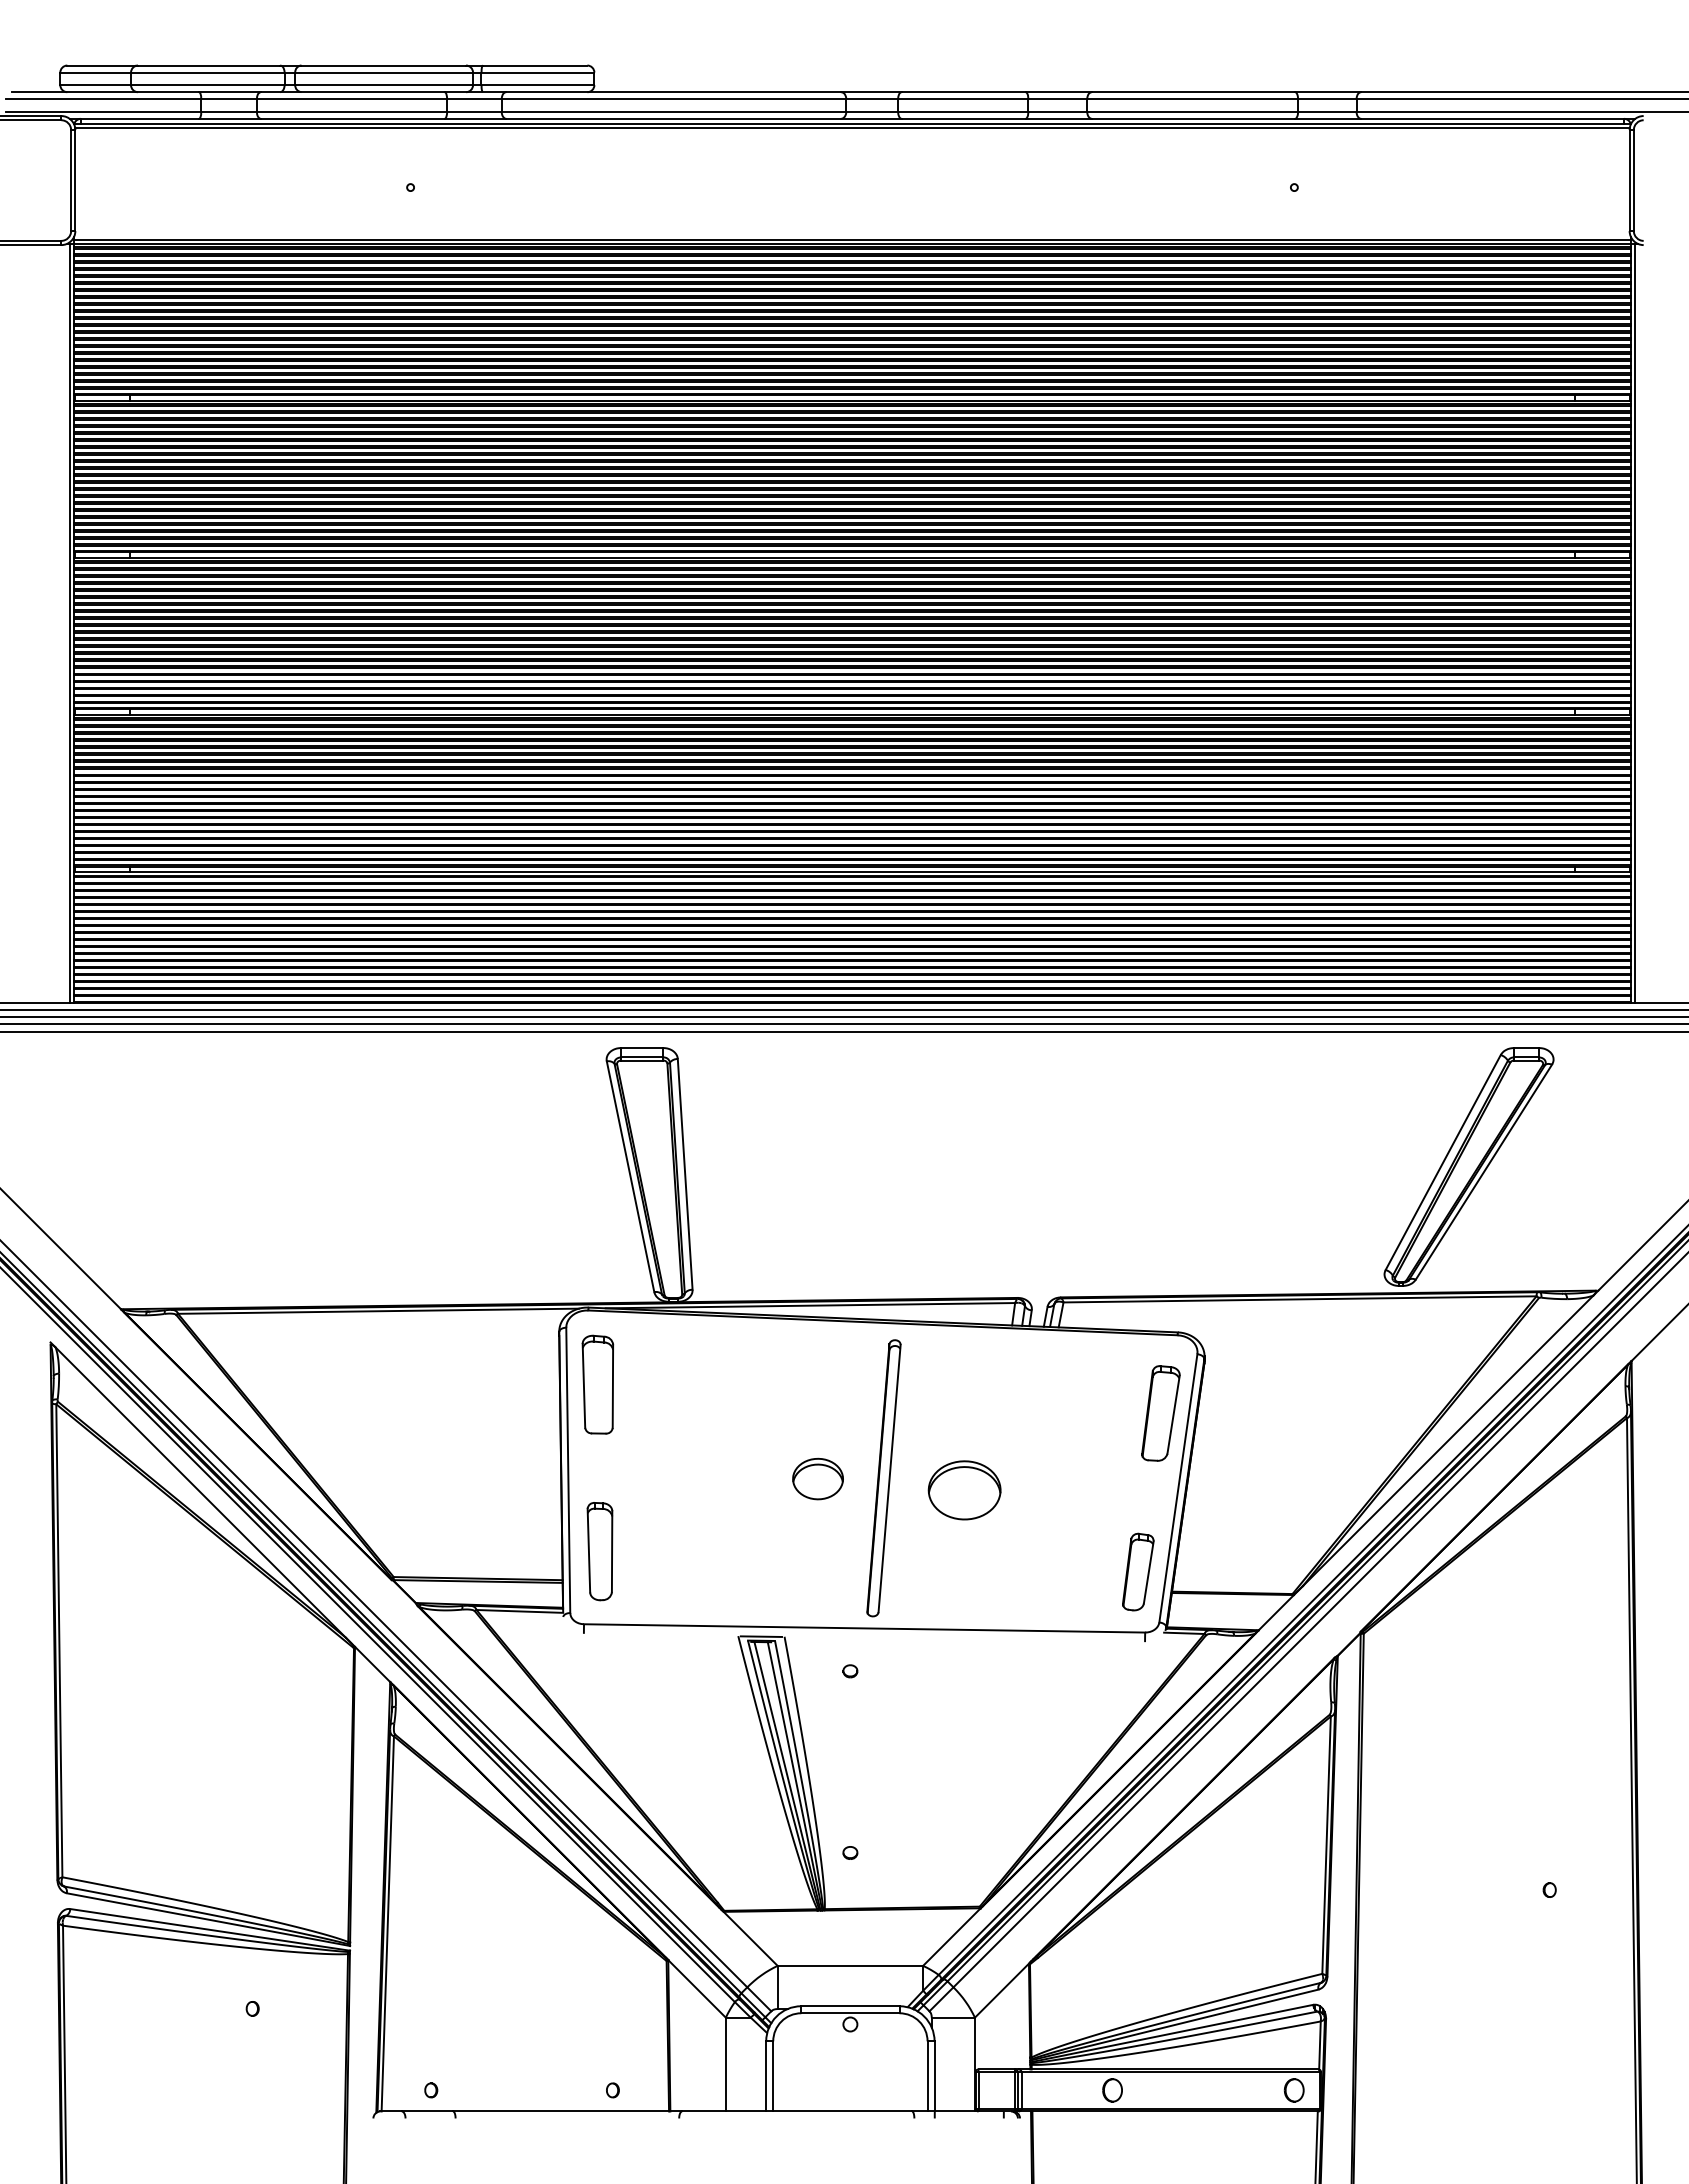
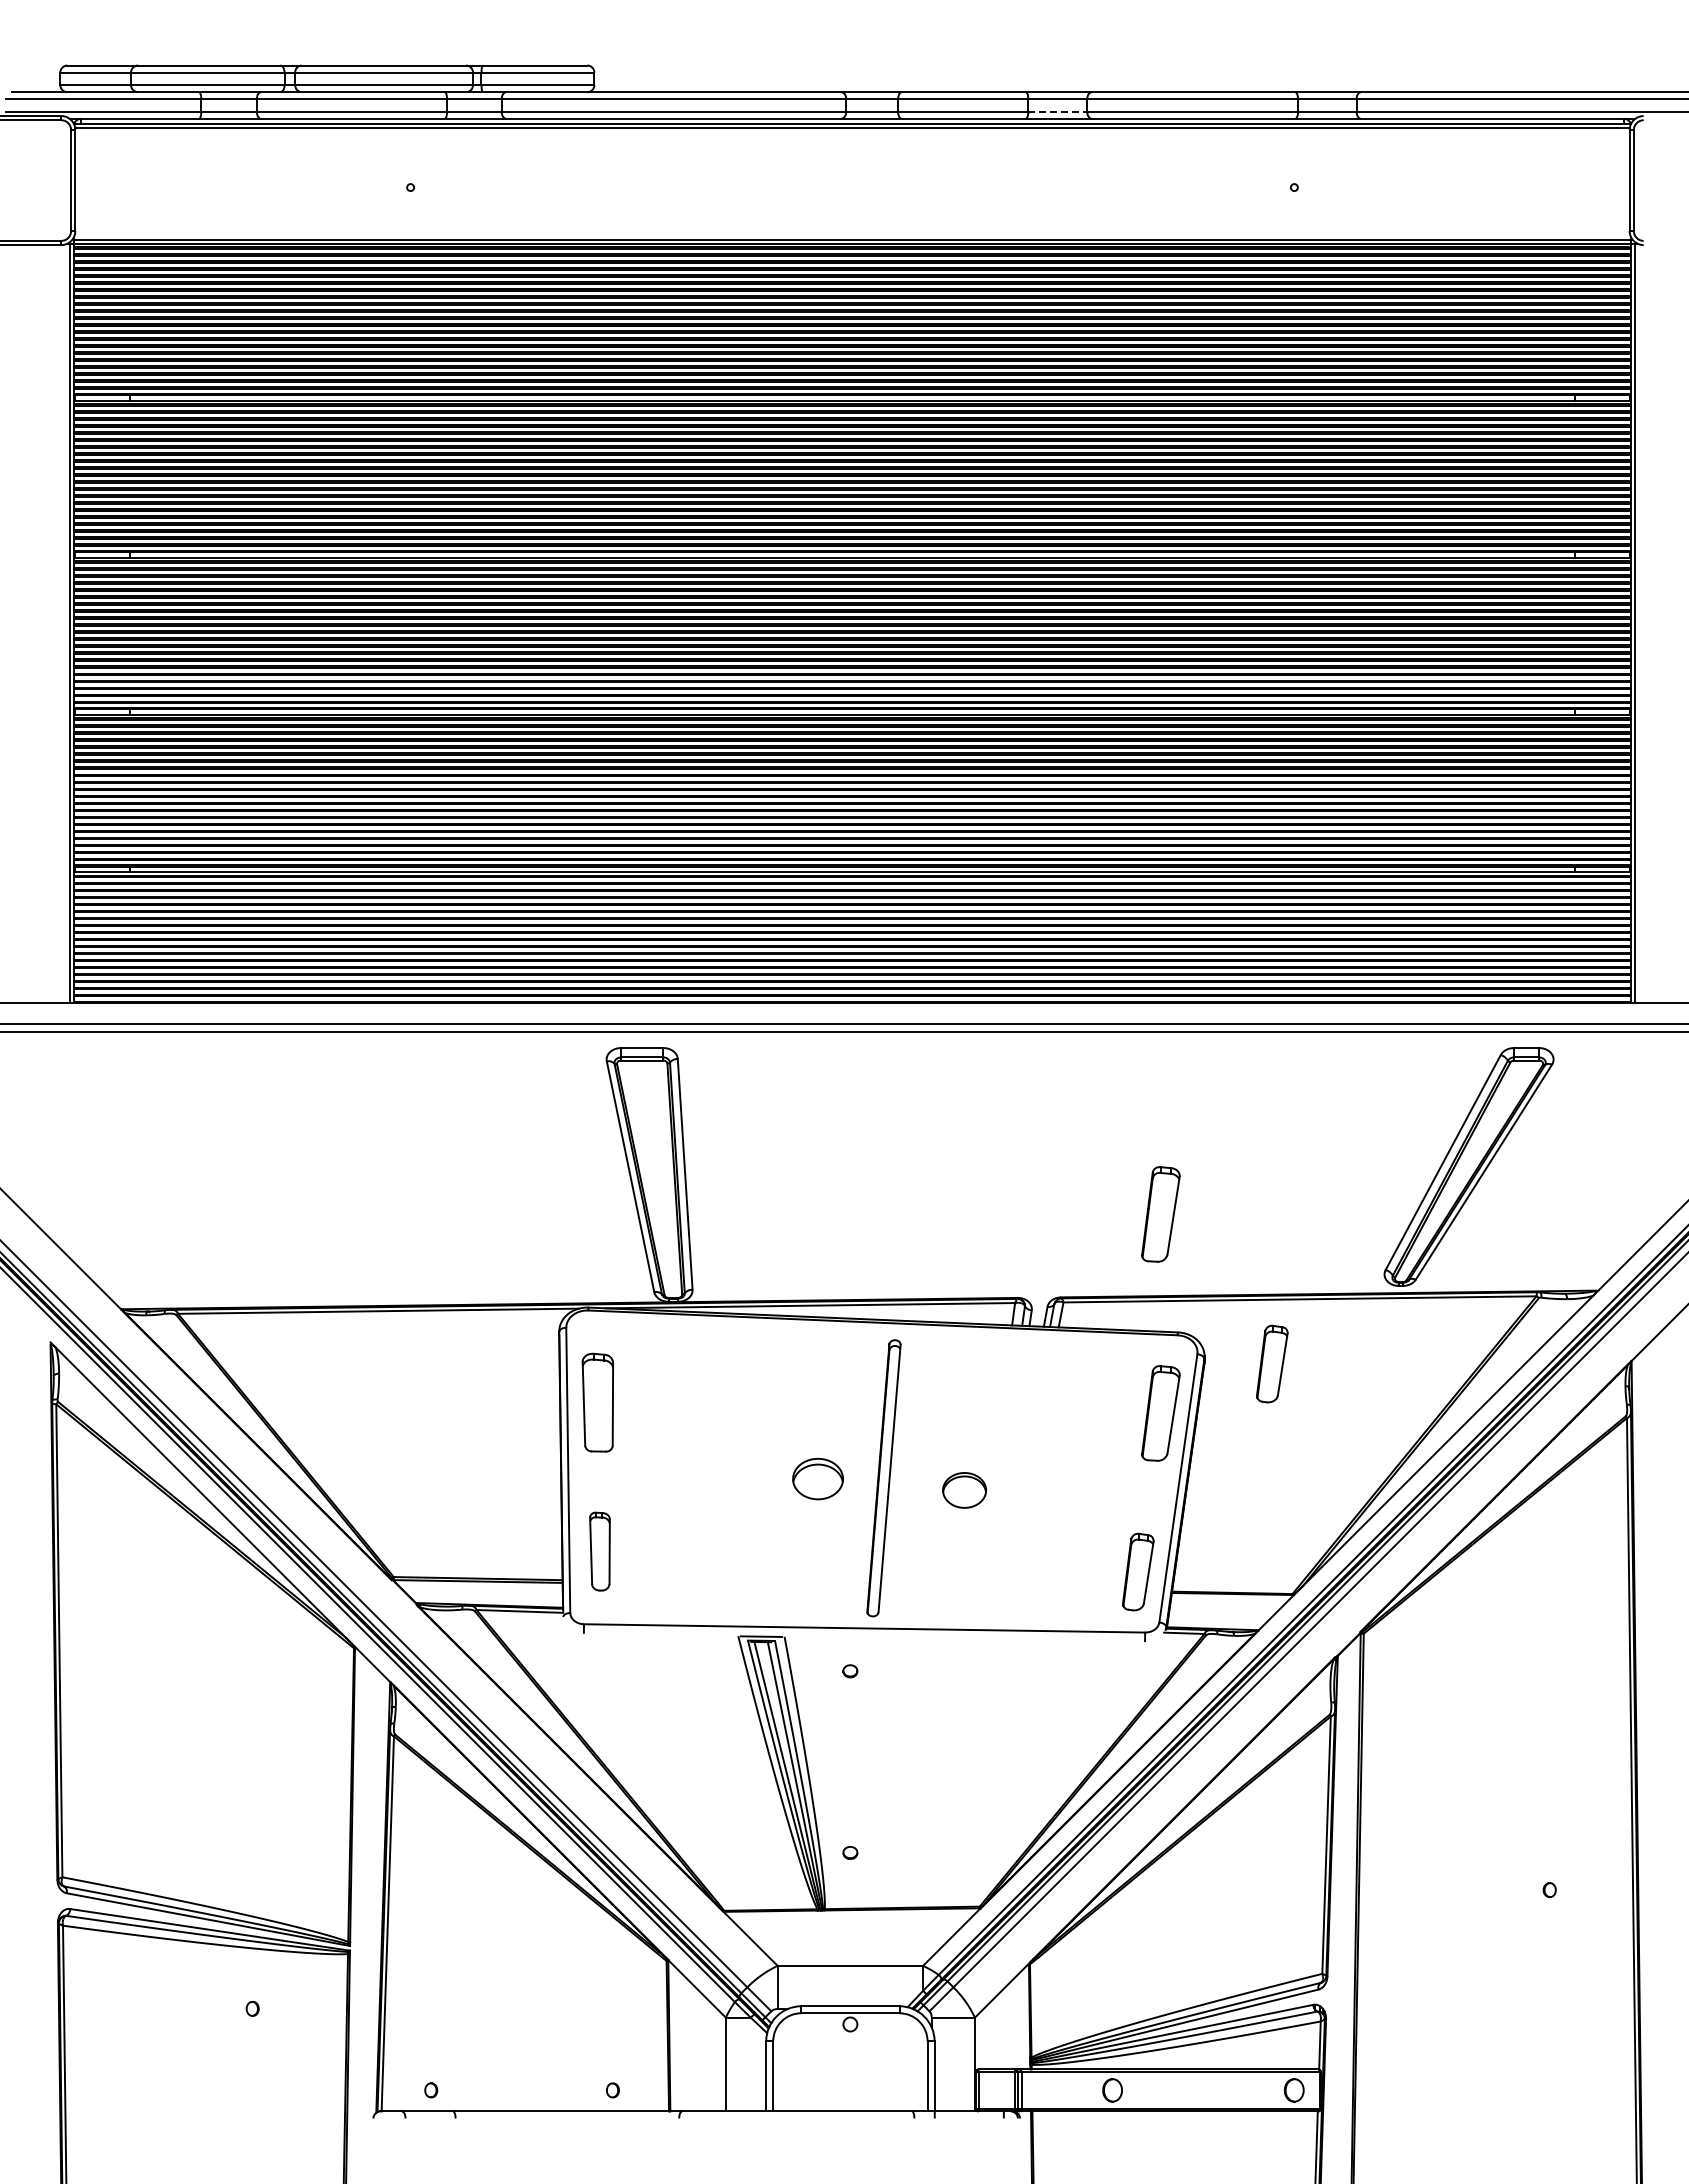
line at (1058, 111): solid -> dashed
line at (843, 1010): present -> none
line at (843, 1017): present -> none
part at (1160, 1214): none -> present
part at (1272, 1363): none -> present
part at (597, 1384) position: (597, 1384) -> (597, 1402)
part at (964, 1490) size: 75x61 px -> 45x37 px
part at (599, 1551) size: 28x100 px -> 22x81 px
